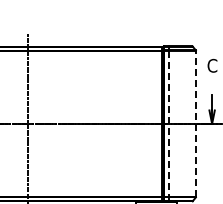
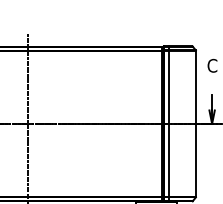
line at (195, 123): dashed -> solid
line at (169, 124): dashed -> solid
